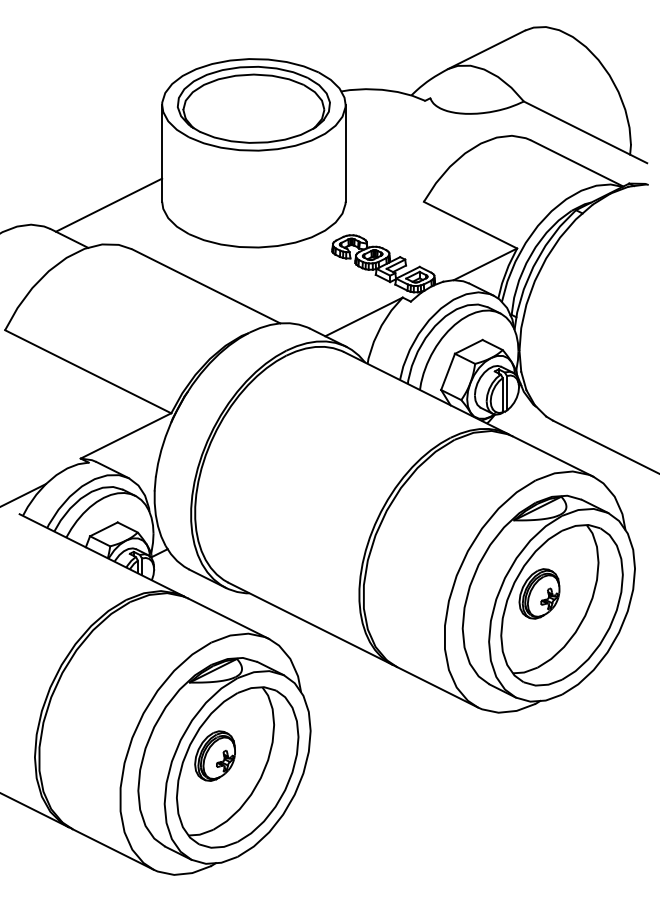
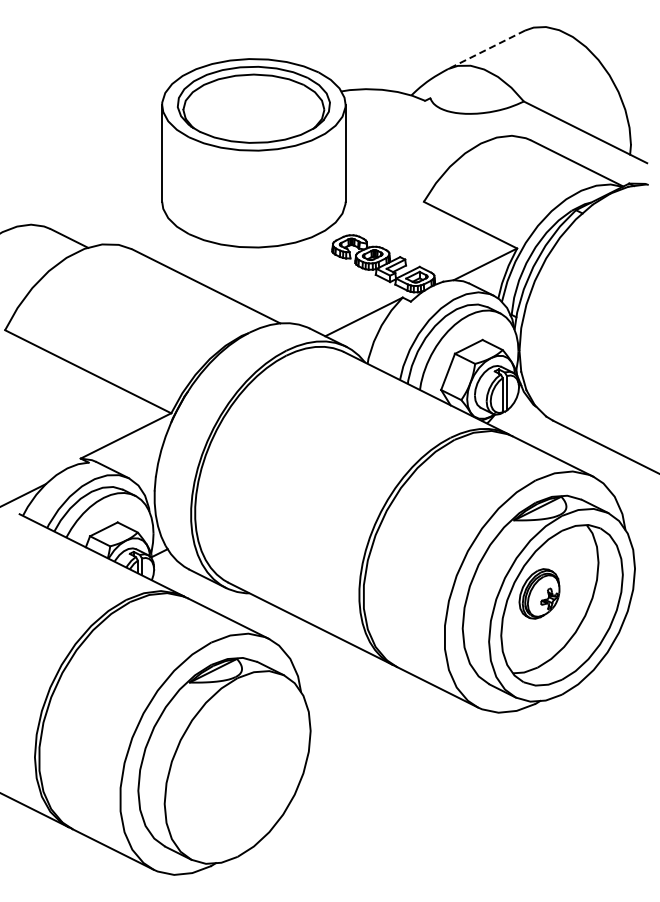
line at (486, 50): solid -> dashed
line at (108, 204): present -> none
part at (237, 767): present -> none
